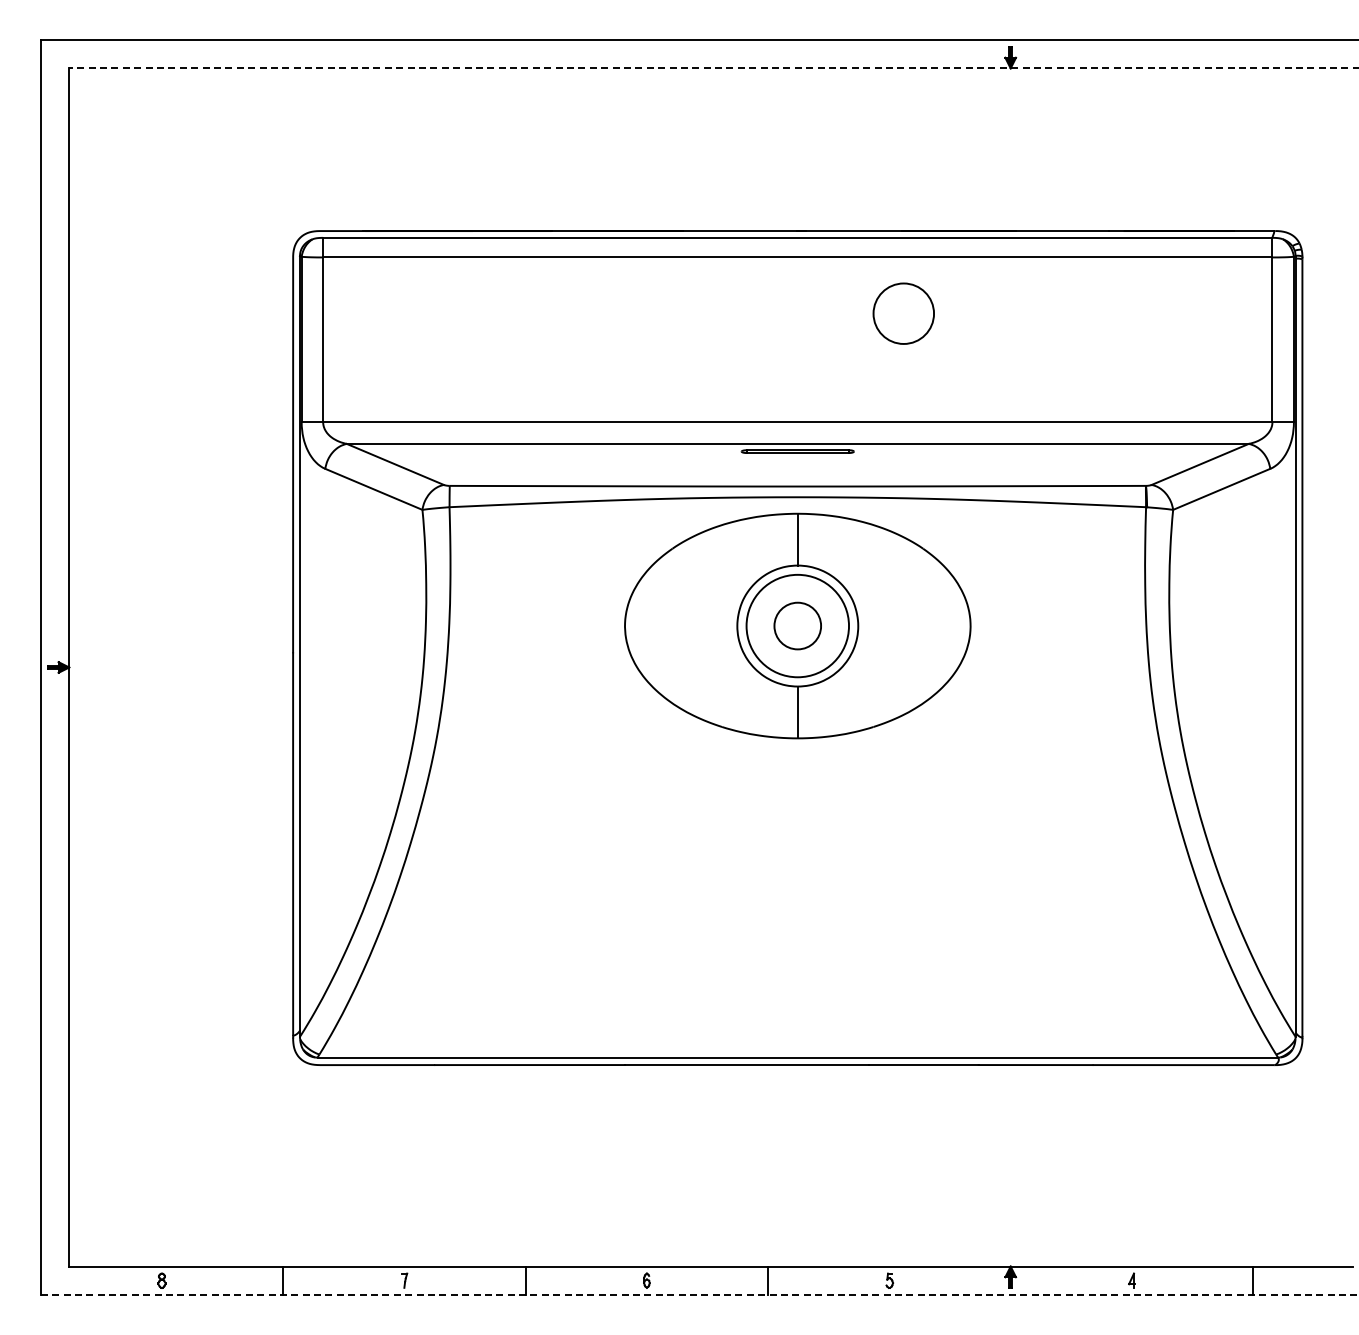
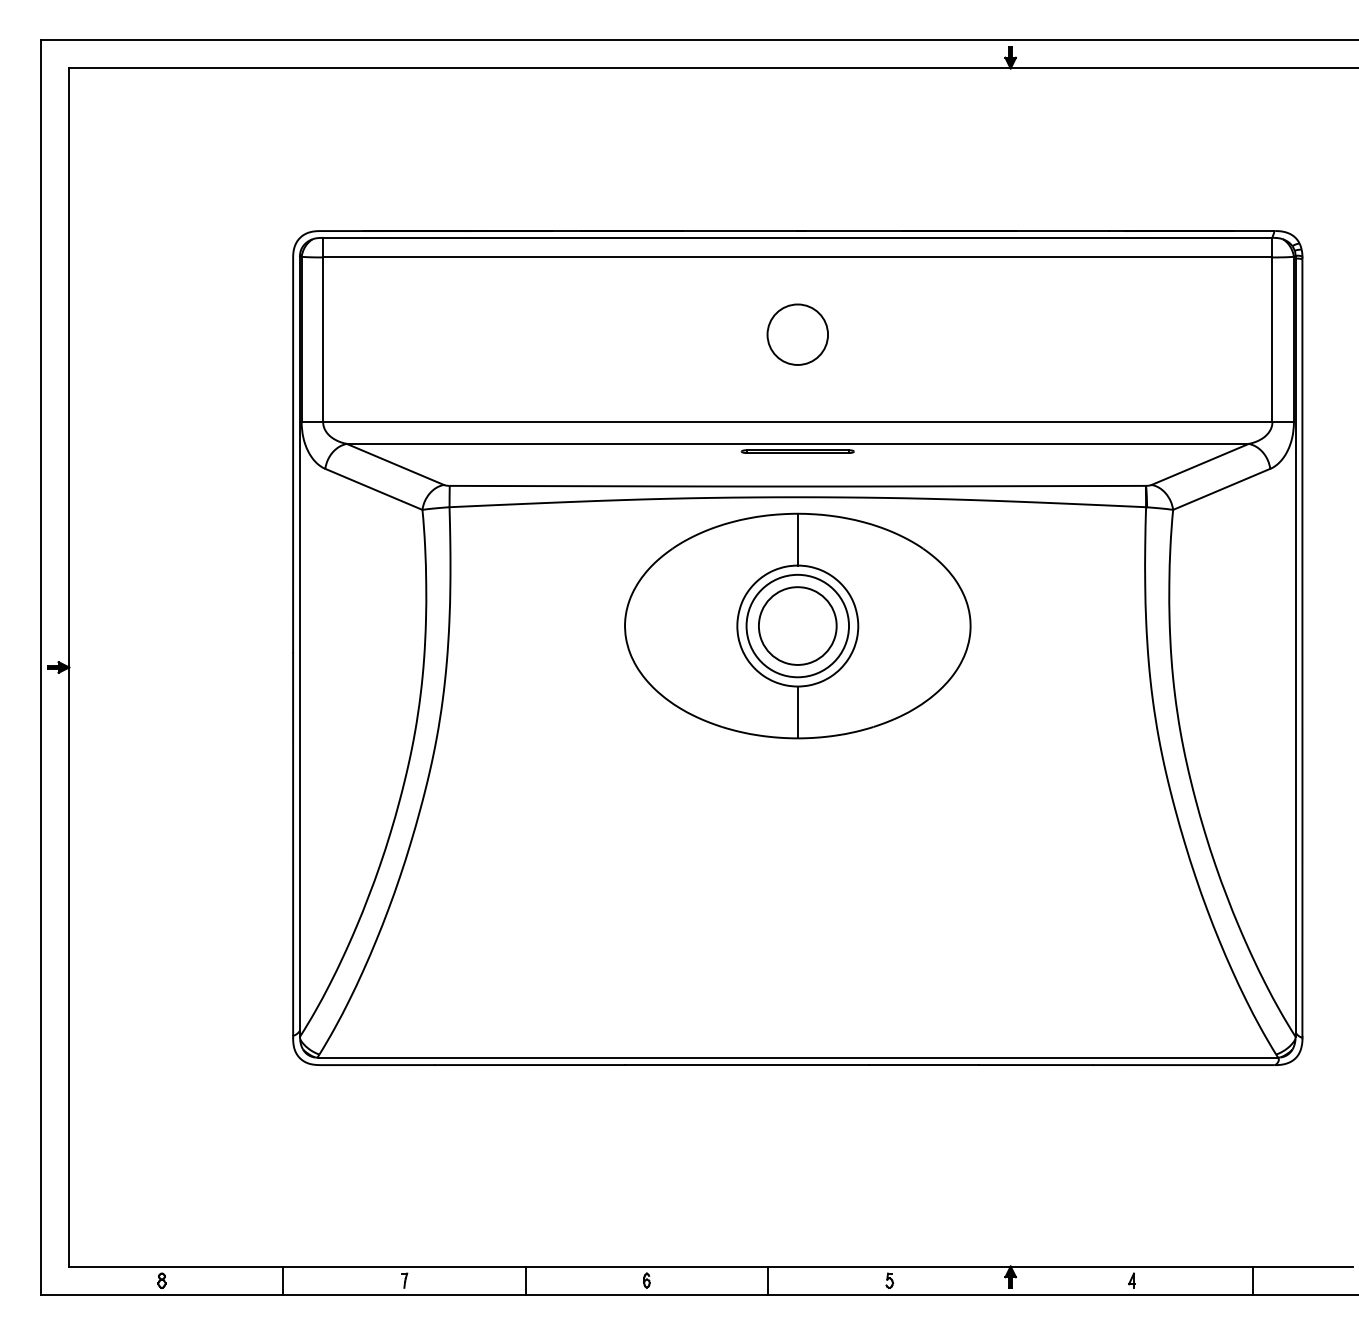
line at (713, 68): dashed -> solid
circle at (903, 313) position: (903, 313) -> (797, 334)
circle at (797, 625) diameter: 47 px -> 78 px
line at (699, 1295): dashed -> solid
